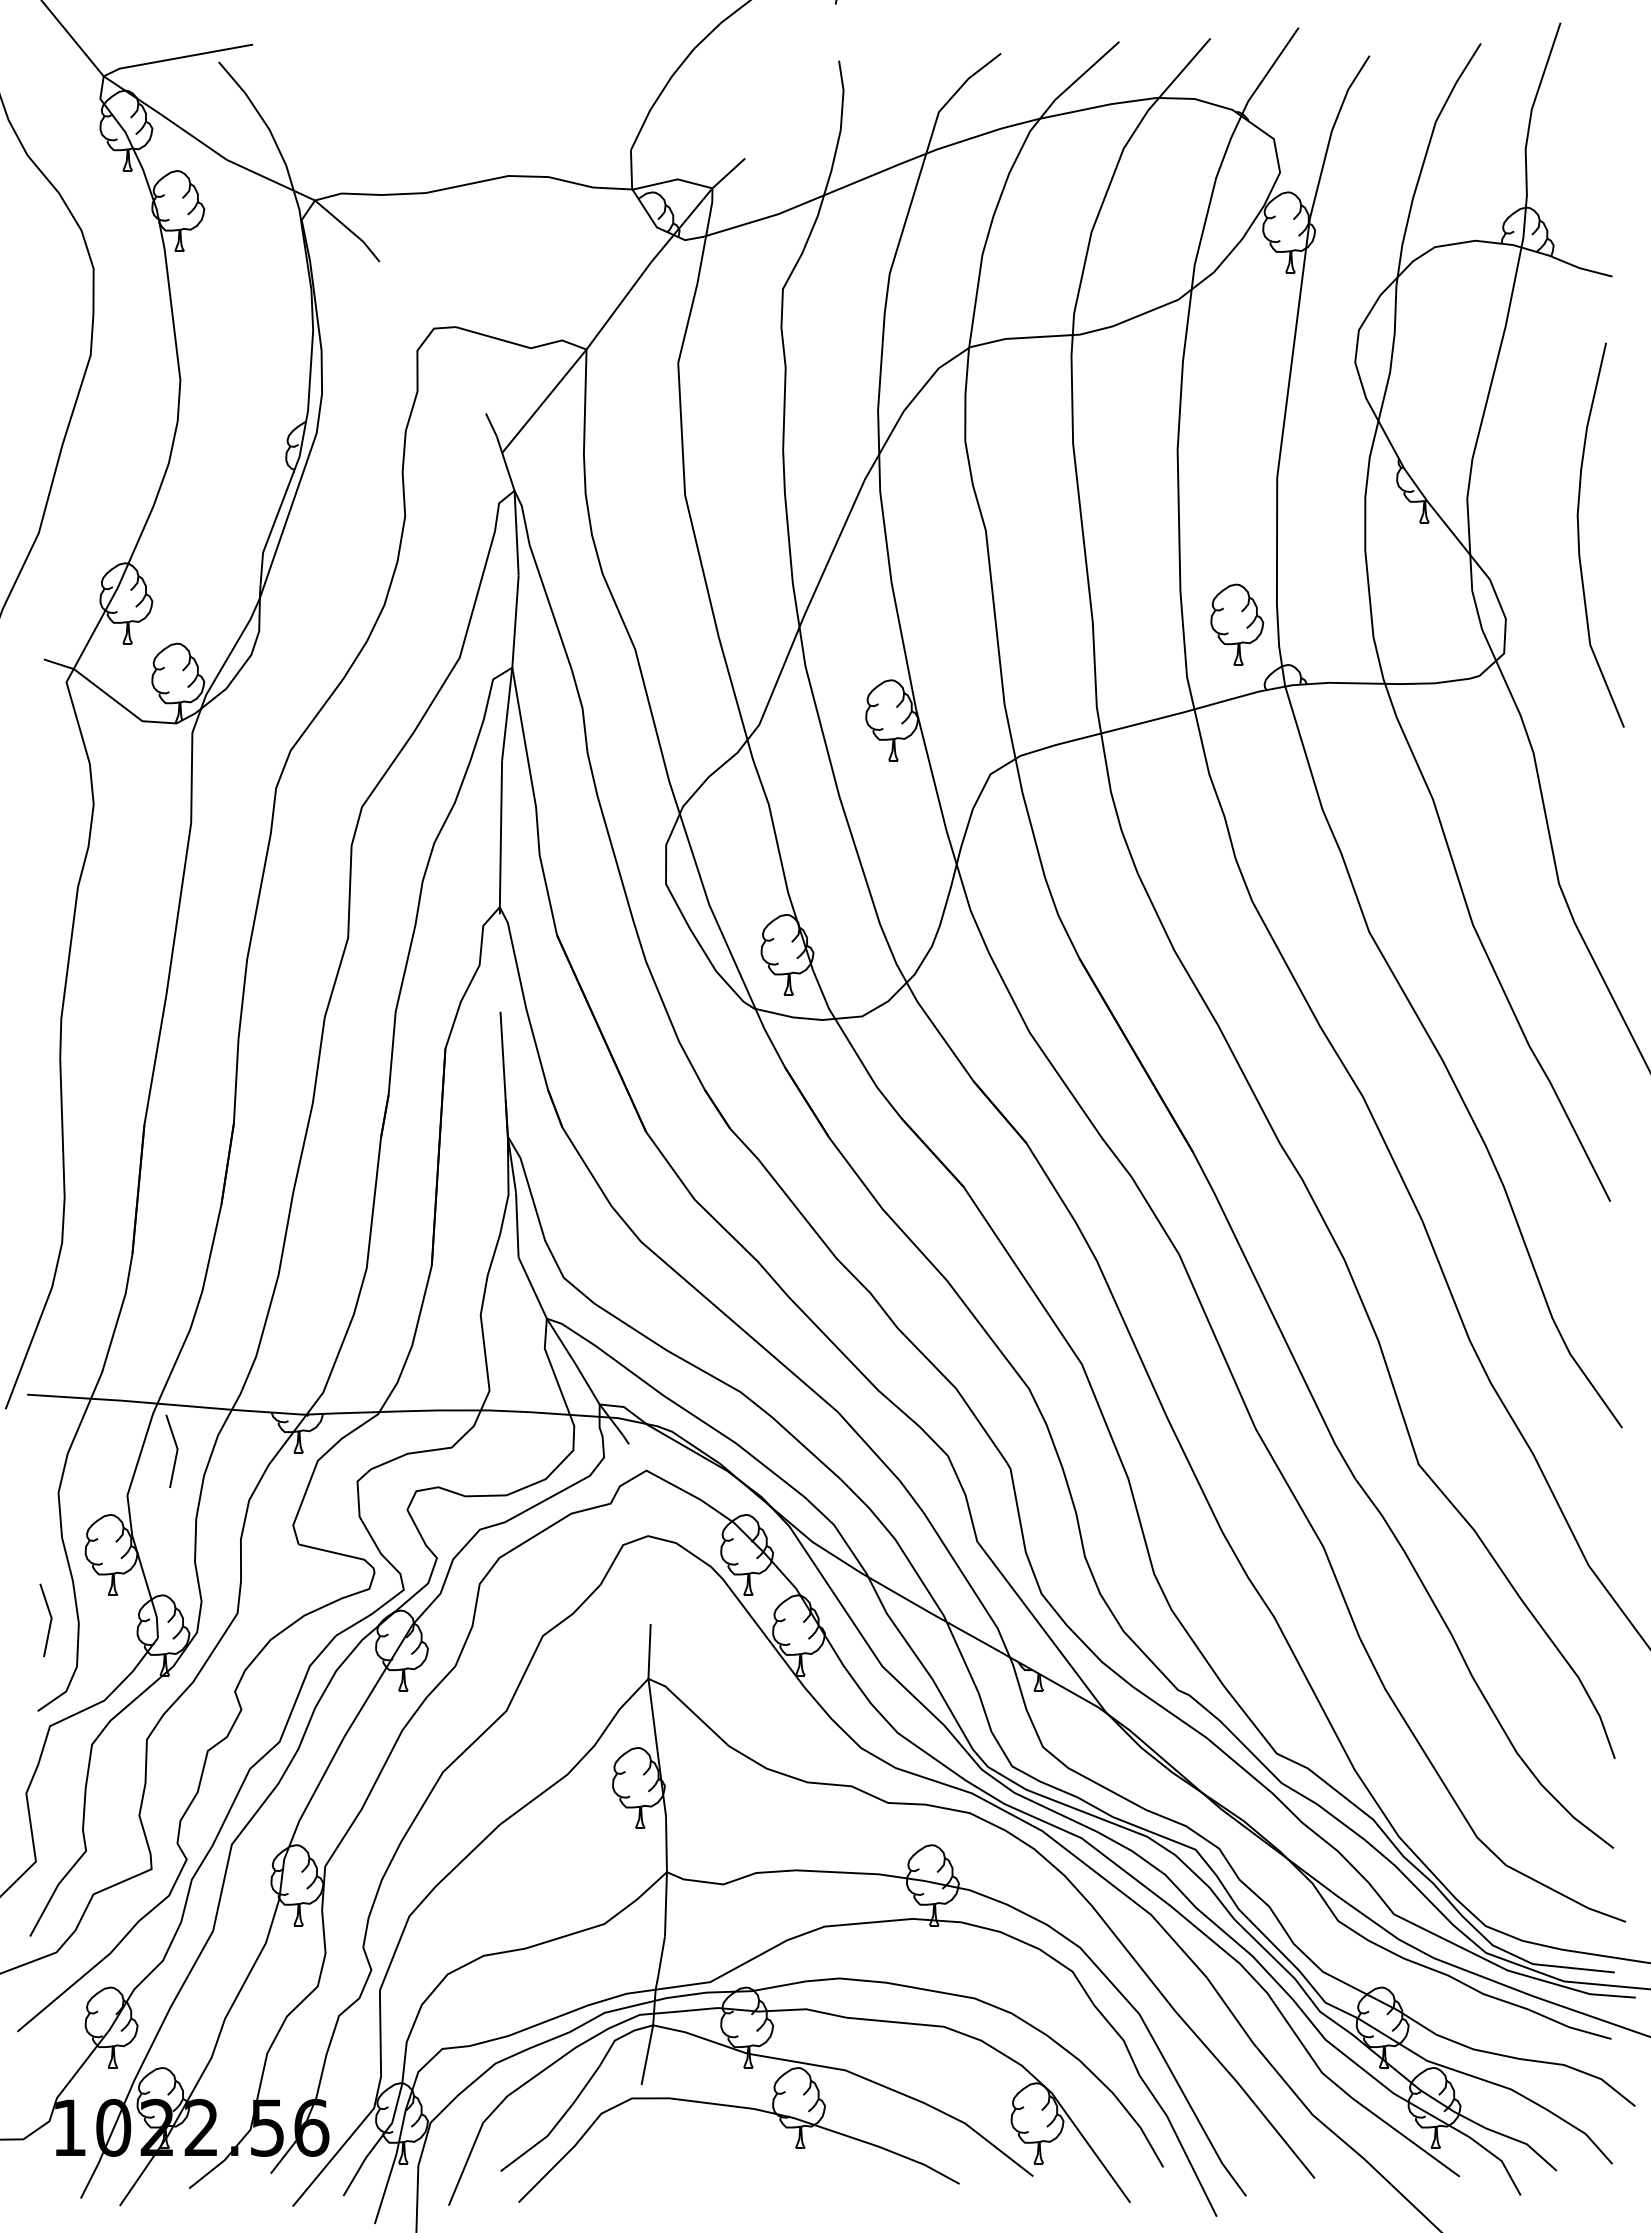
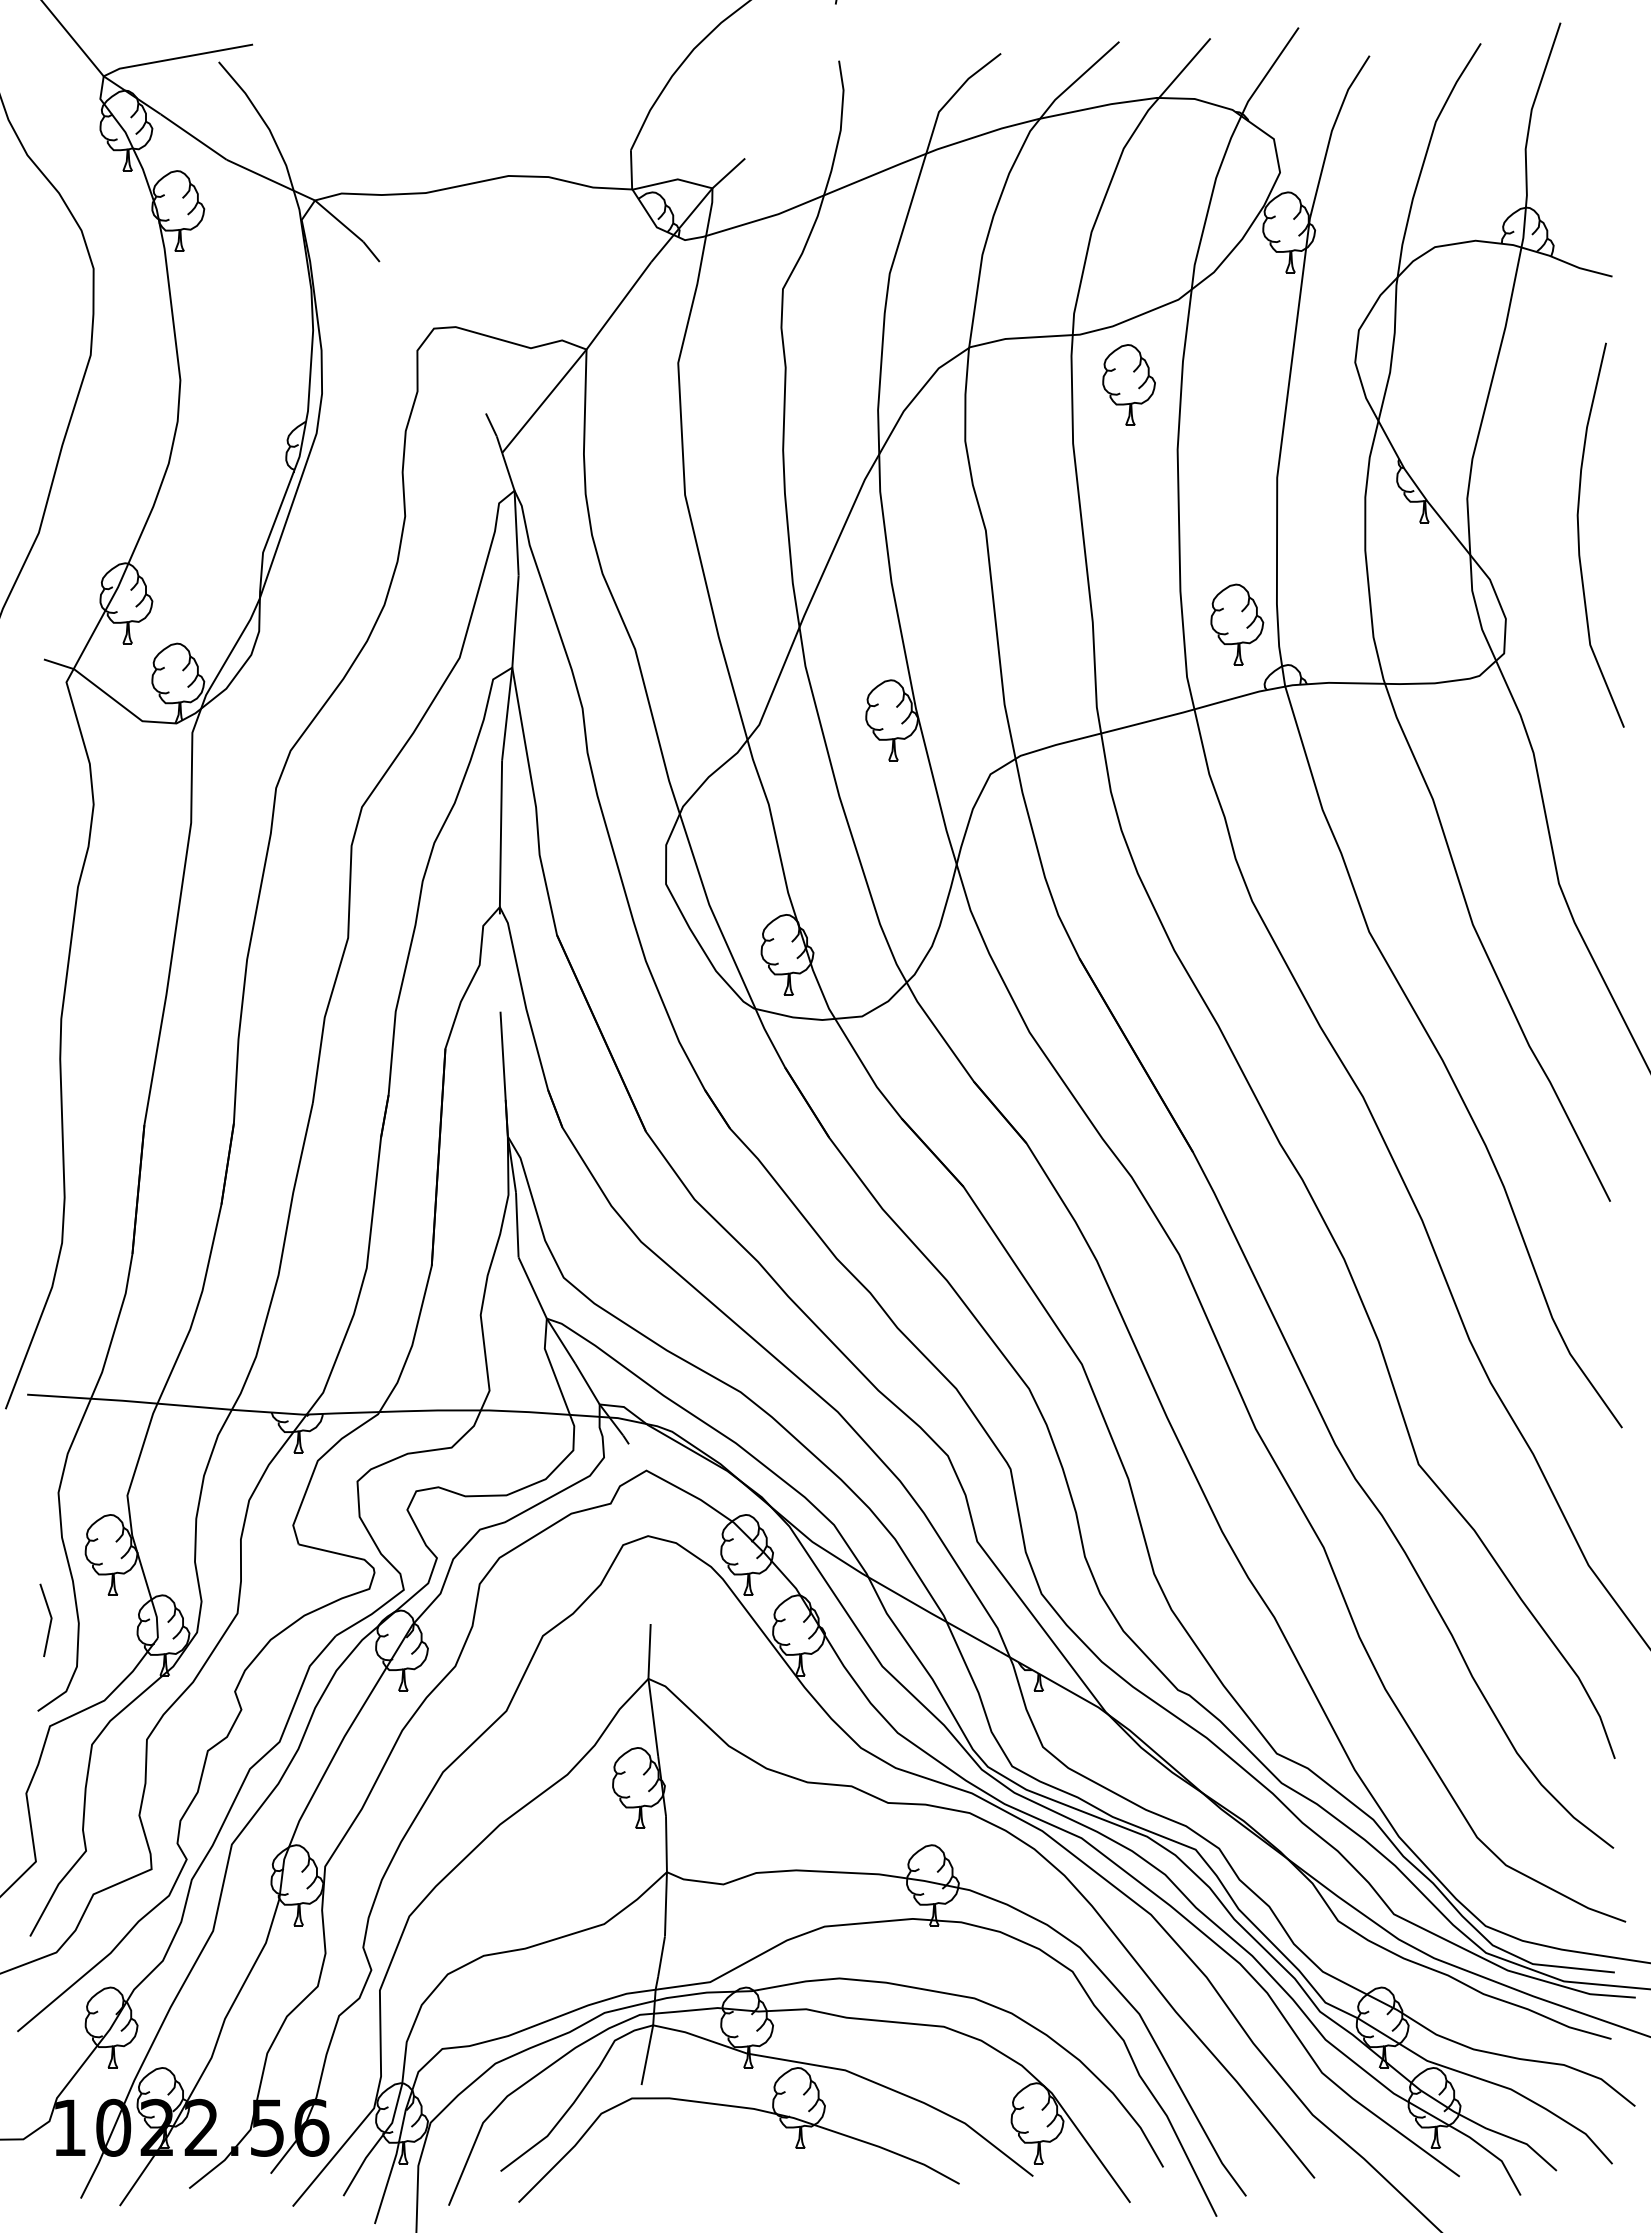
part at (1128, 384): none -> present
line at (175, 1453): present -> none
